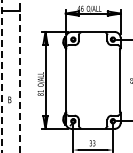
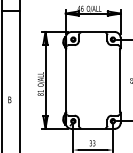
line at (1, 76): dashed -> solid
line at (19, 76): dashed -> solid
